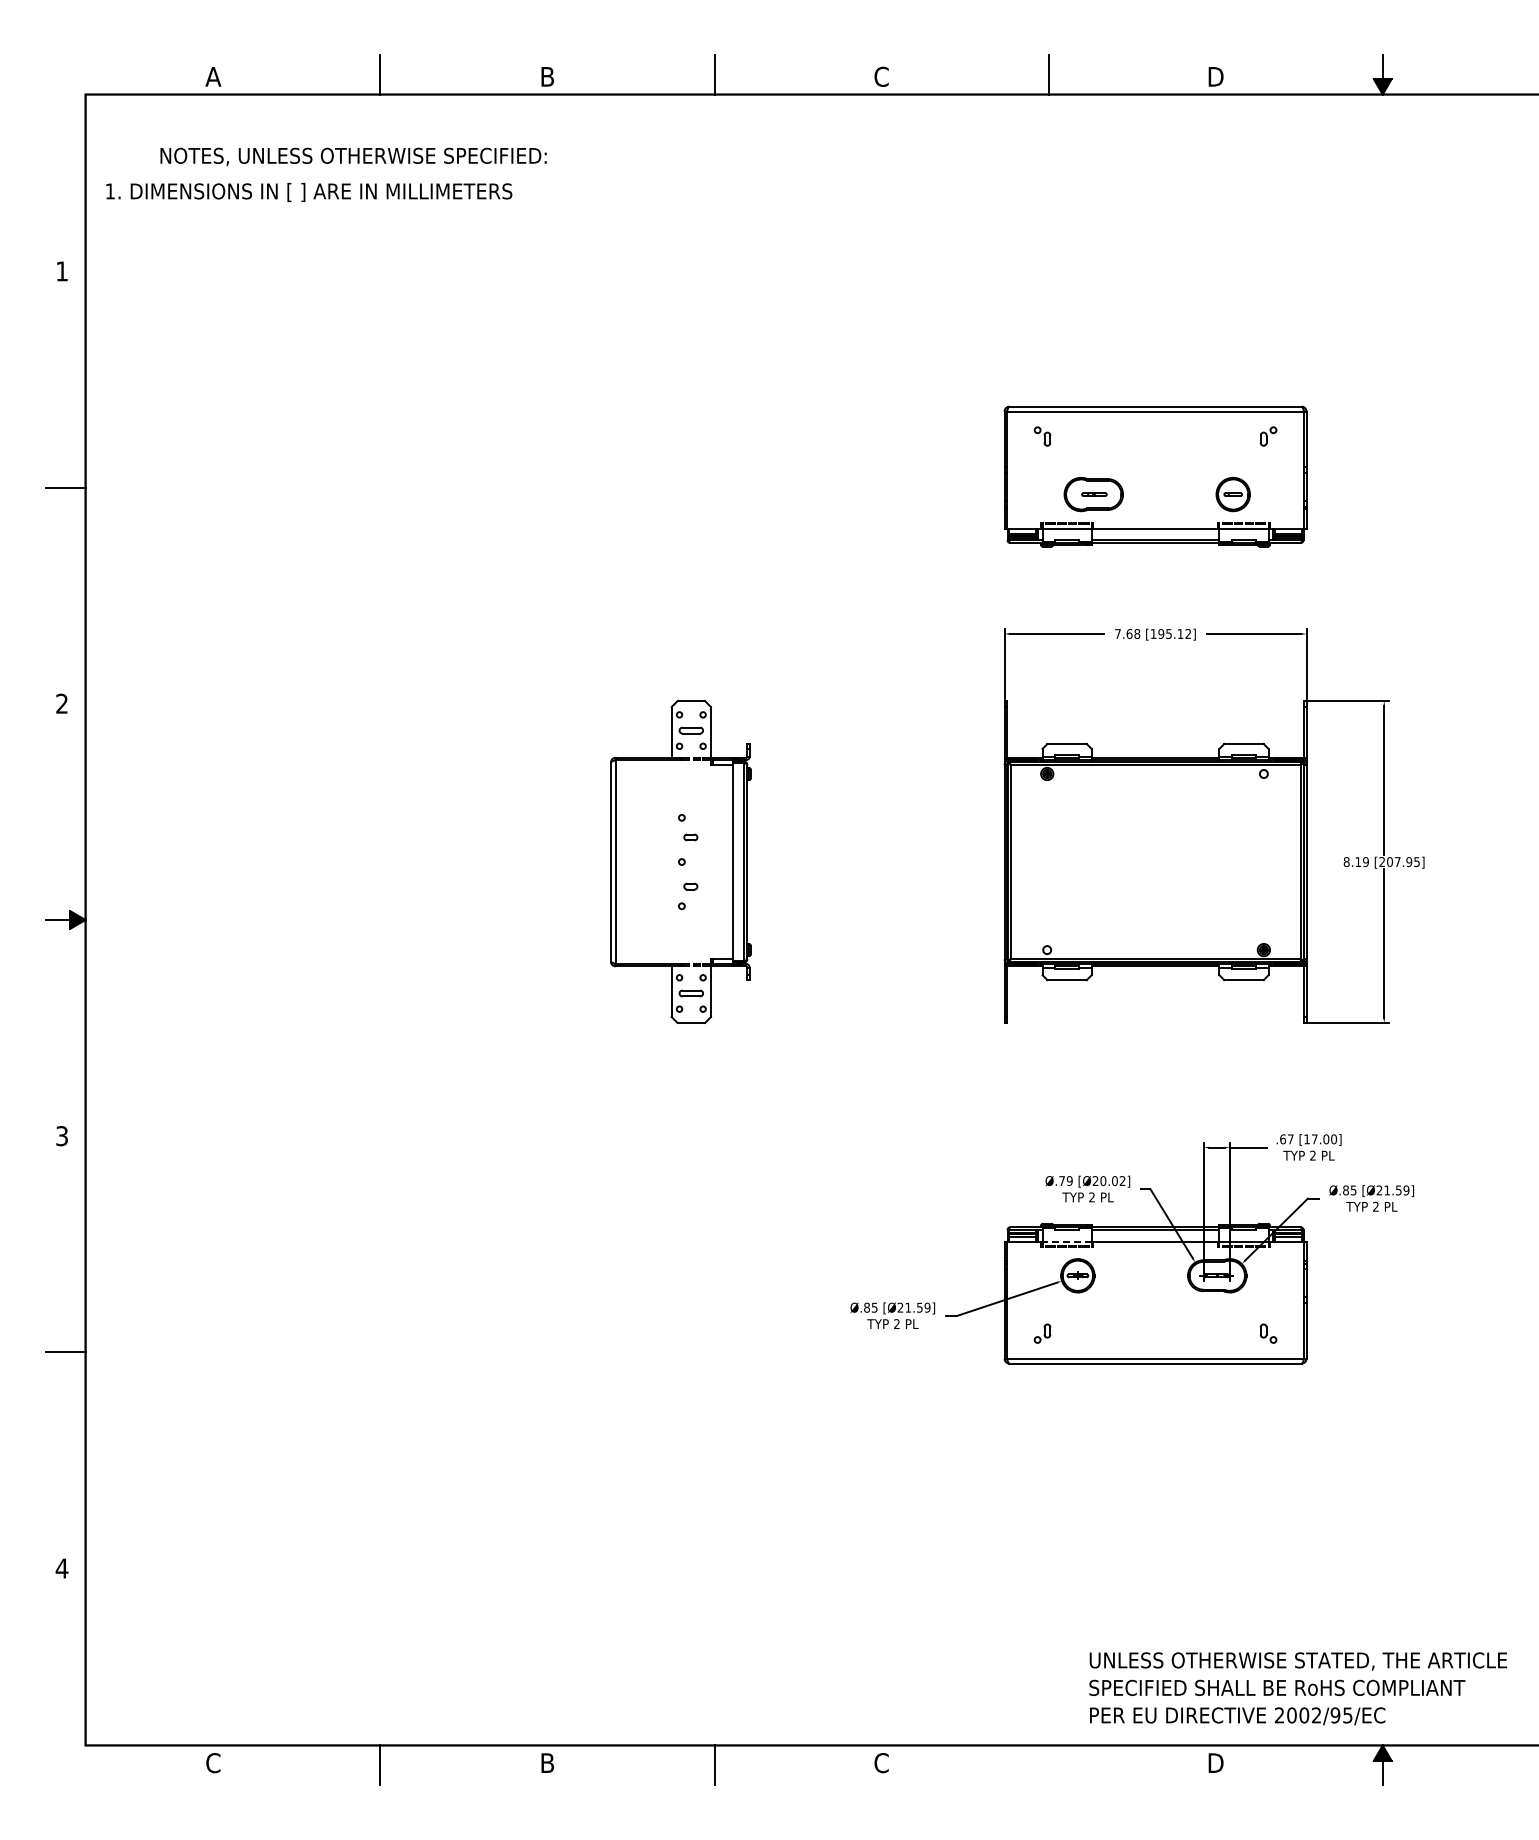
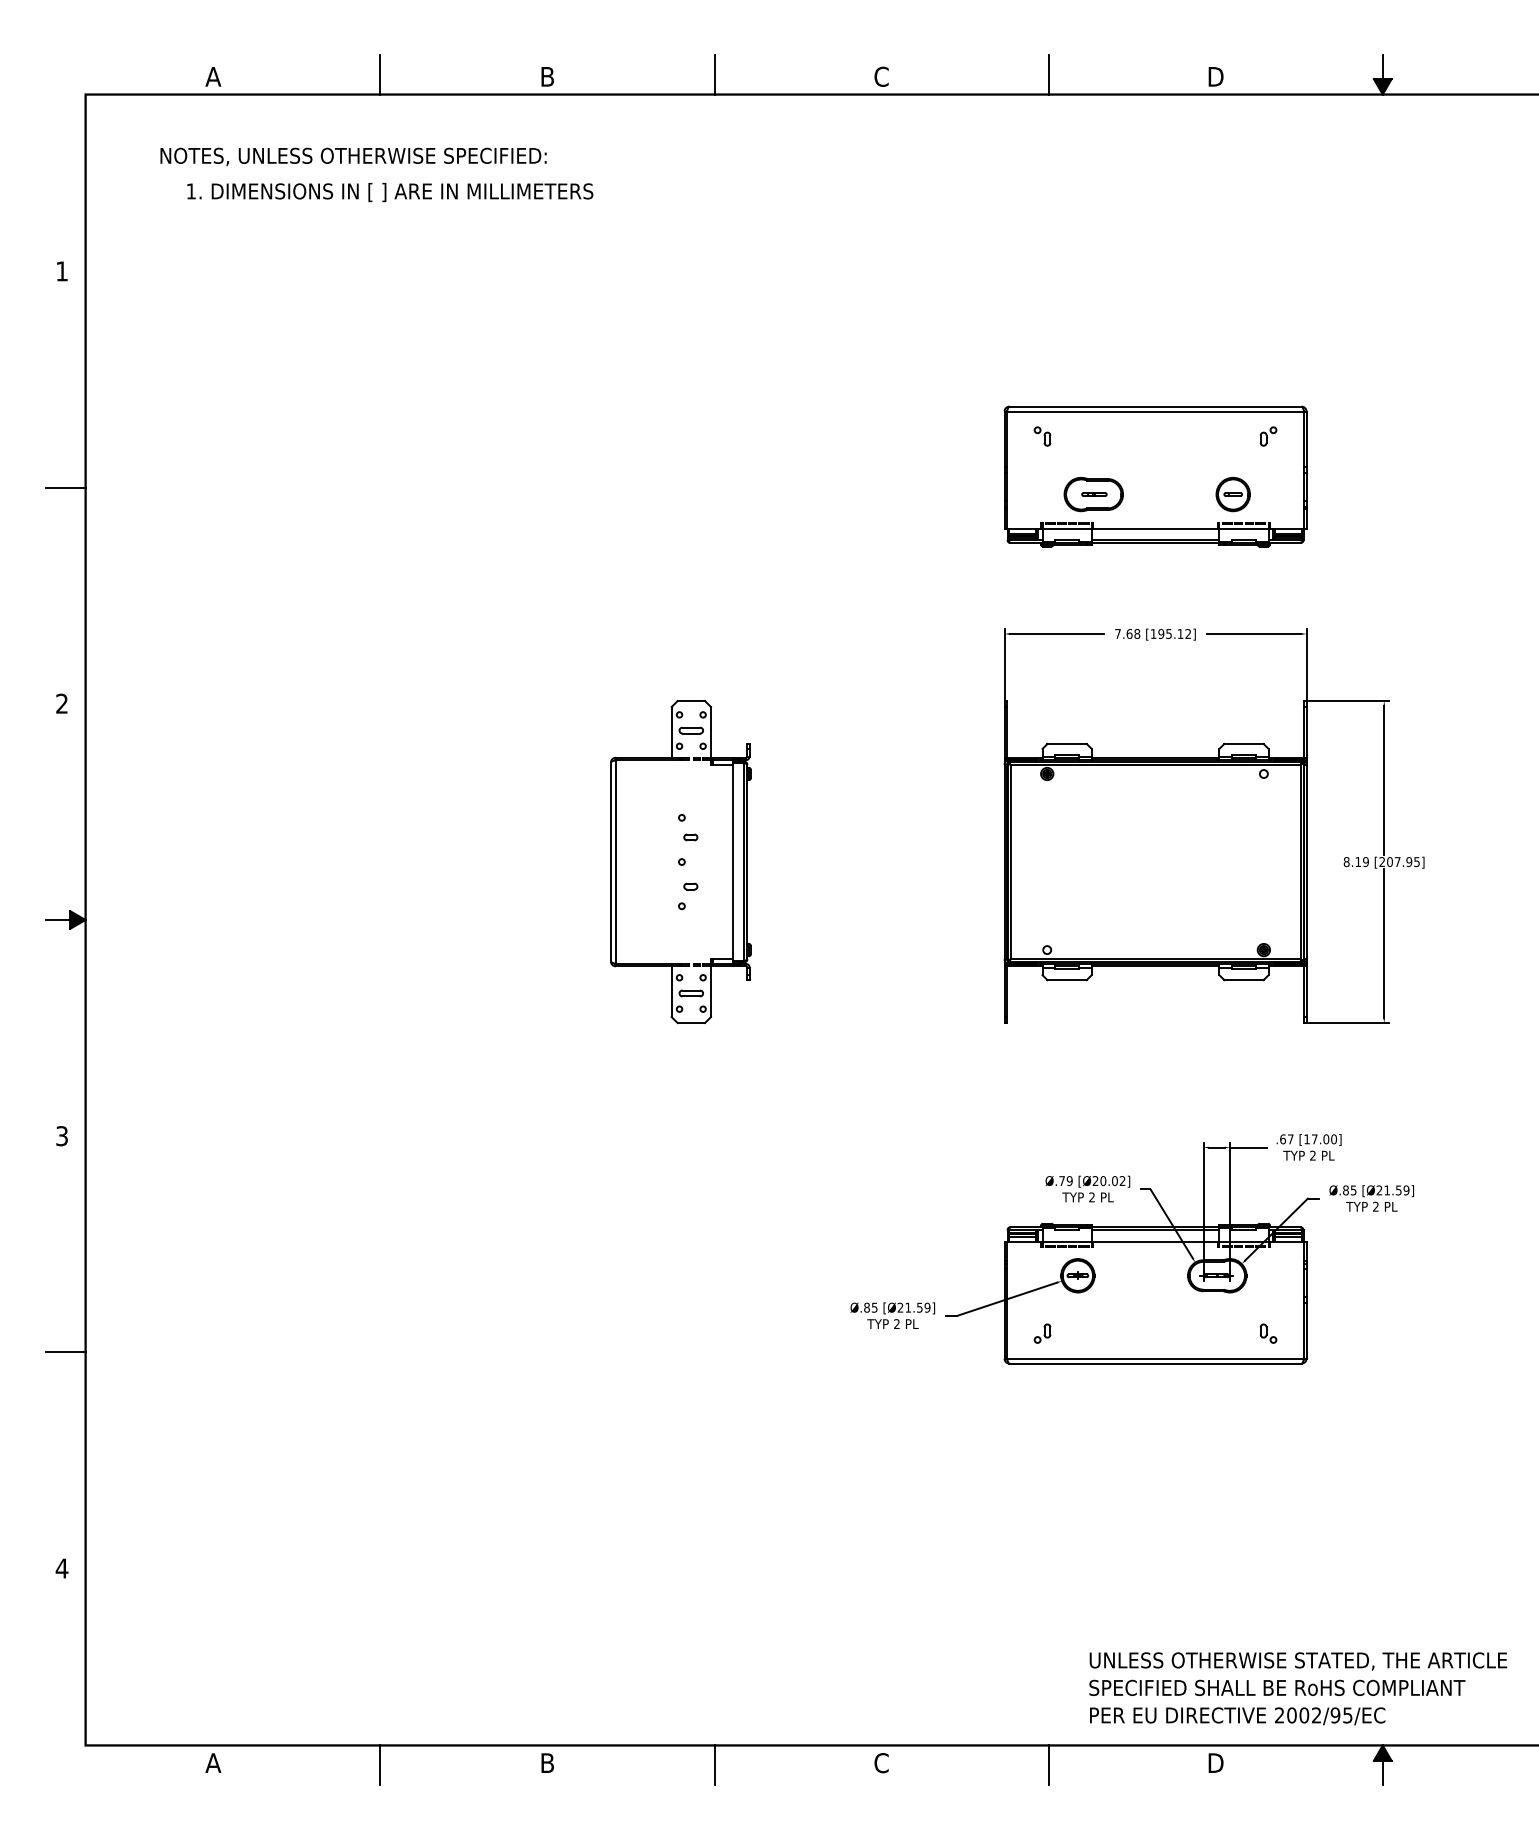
text at (309, 192) position: (309, 192) -> (390, 192)
line at (1067, 1241): dashed -> solid
text at (213, 1763): C -> A
line at (1048, 1764): none -> present
